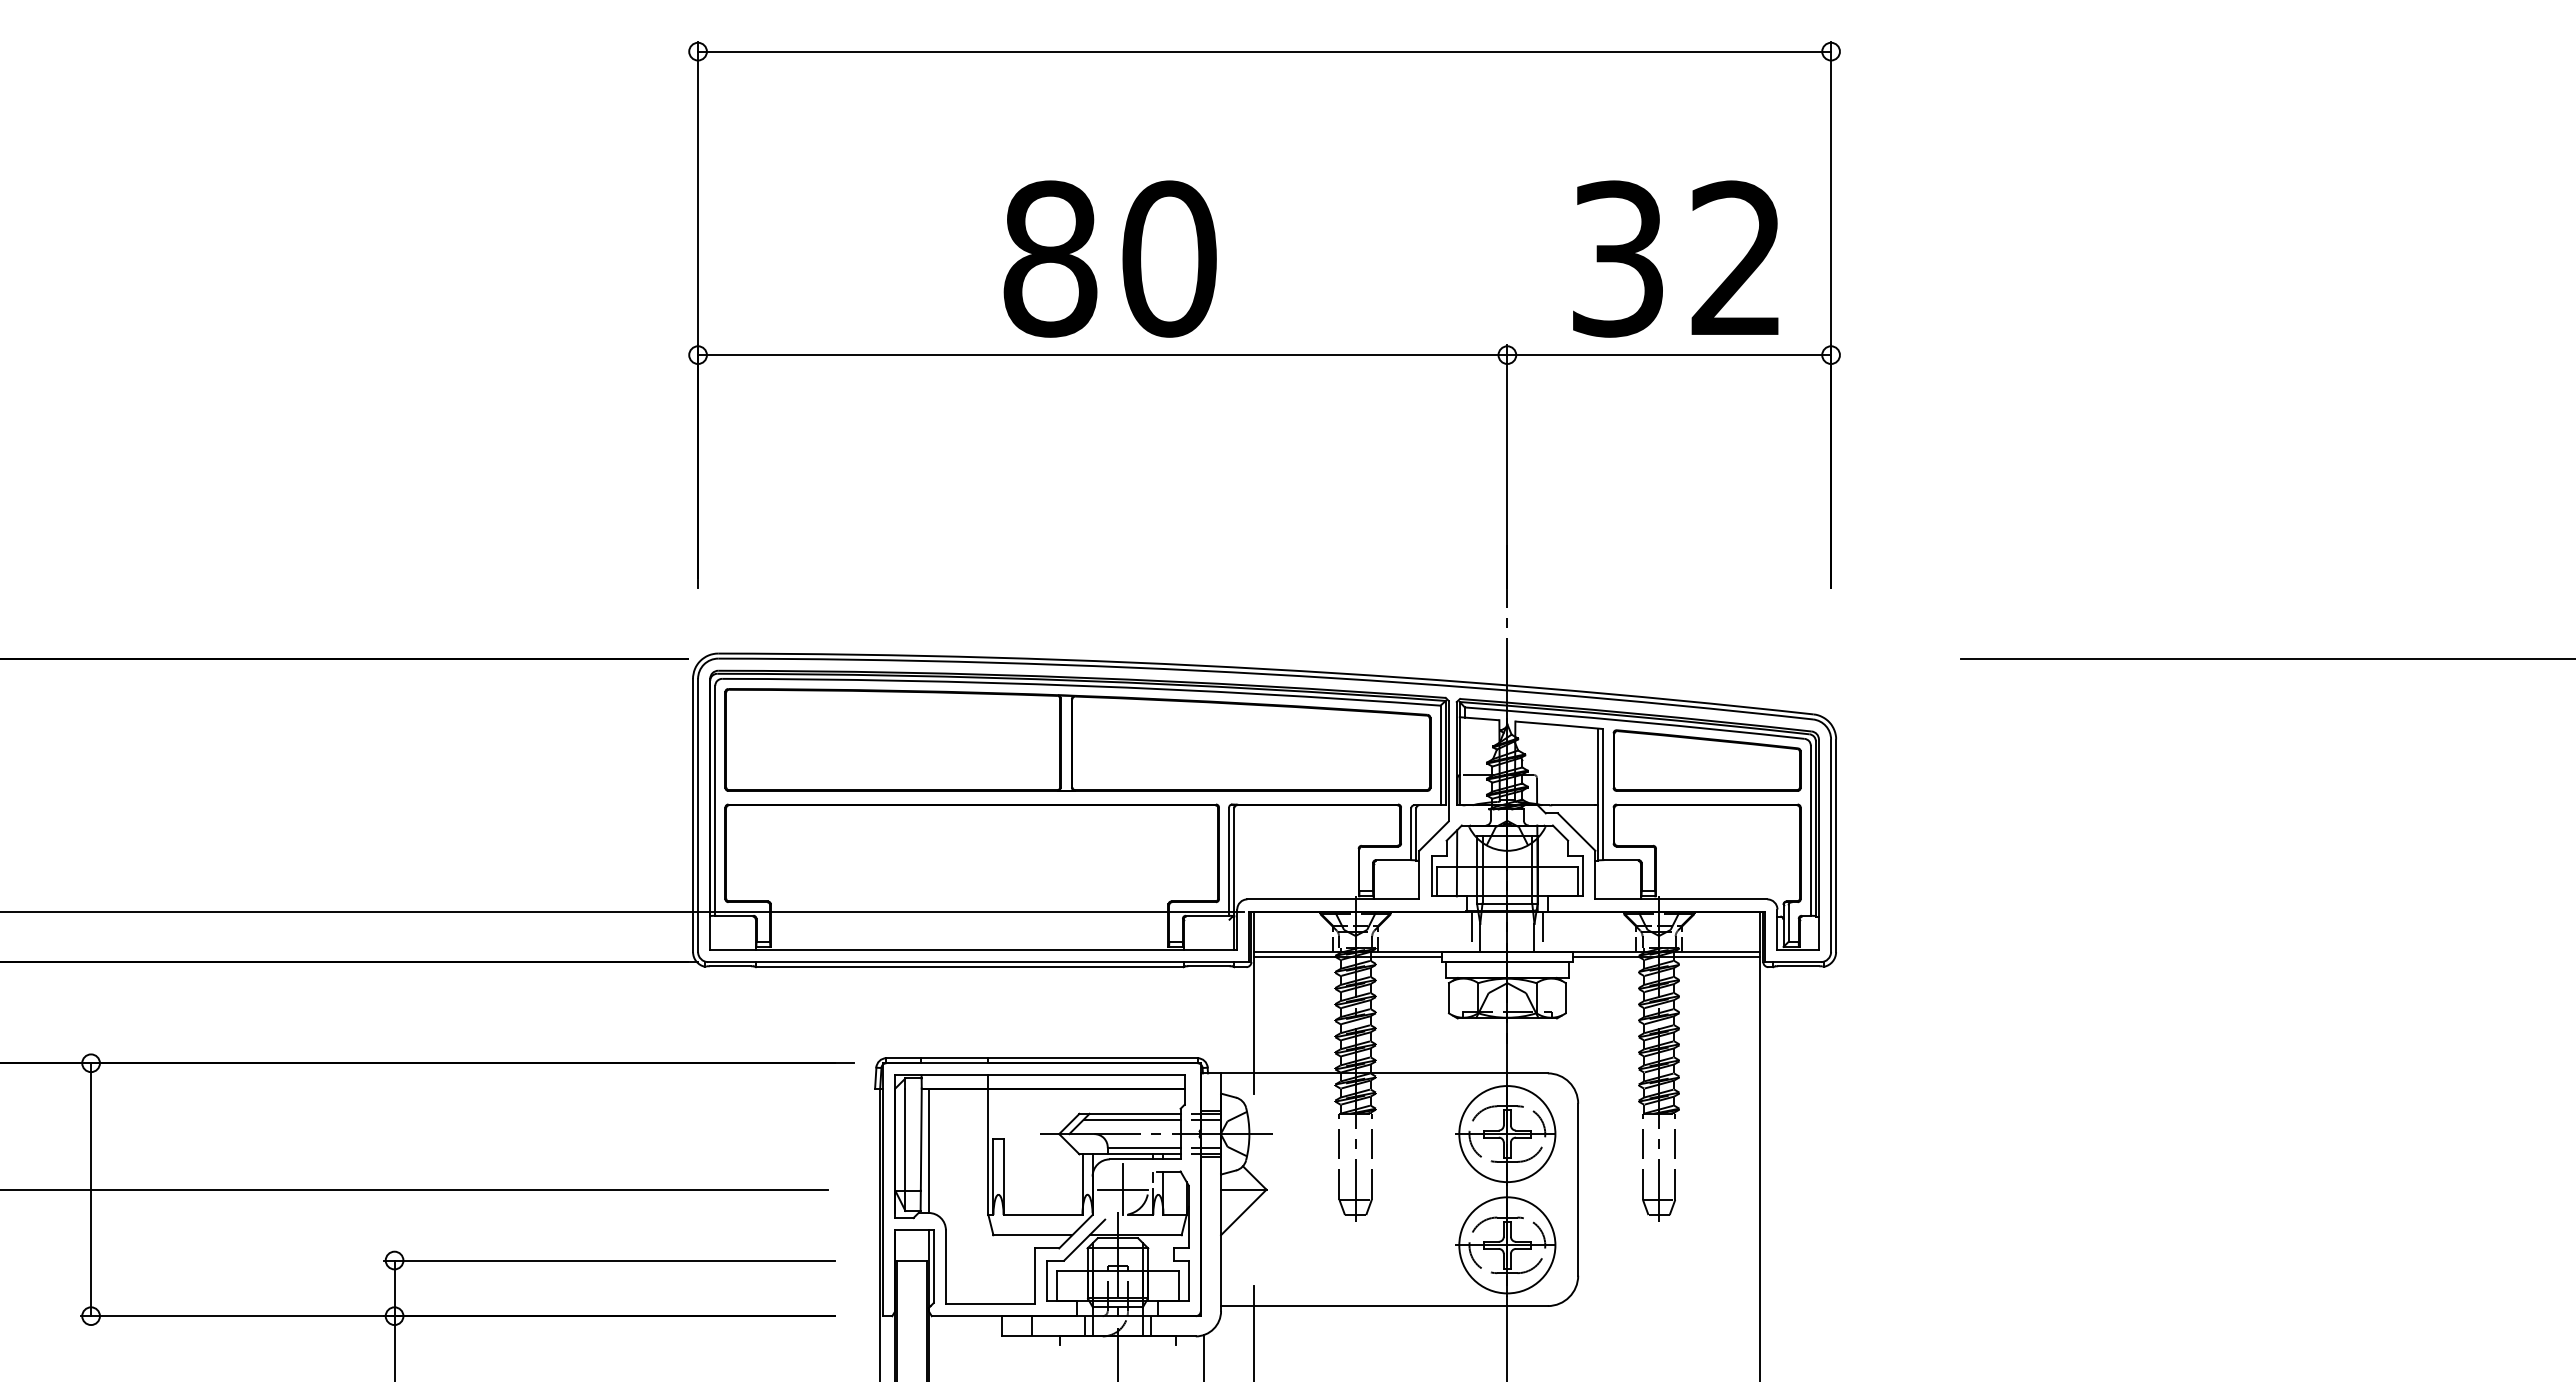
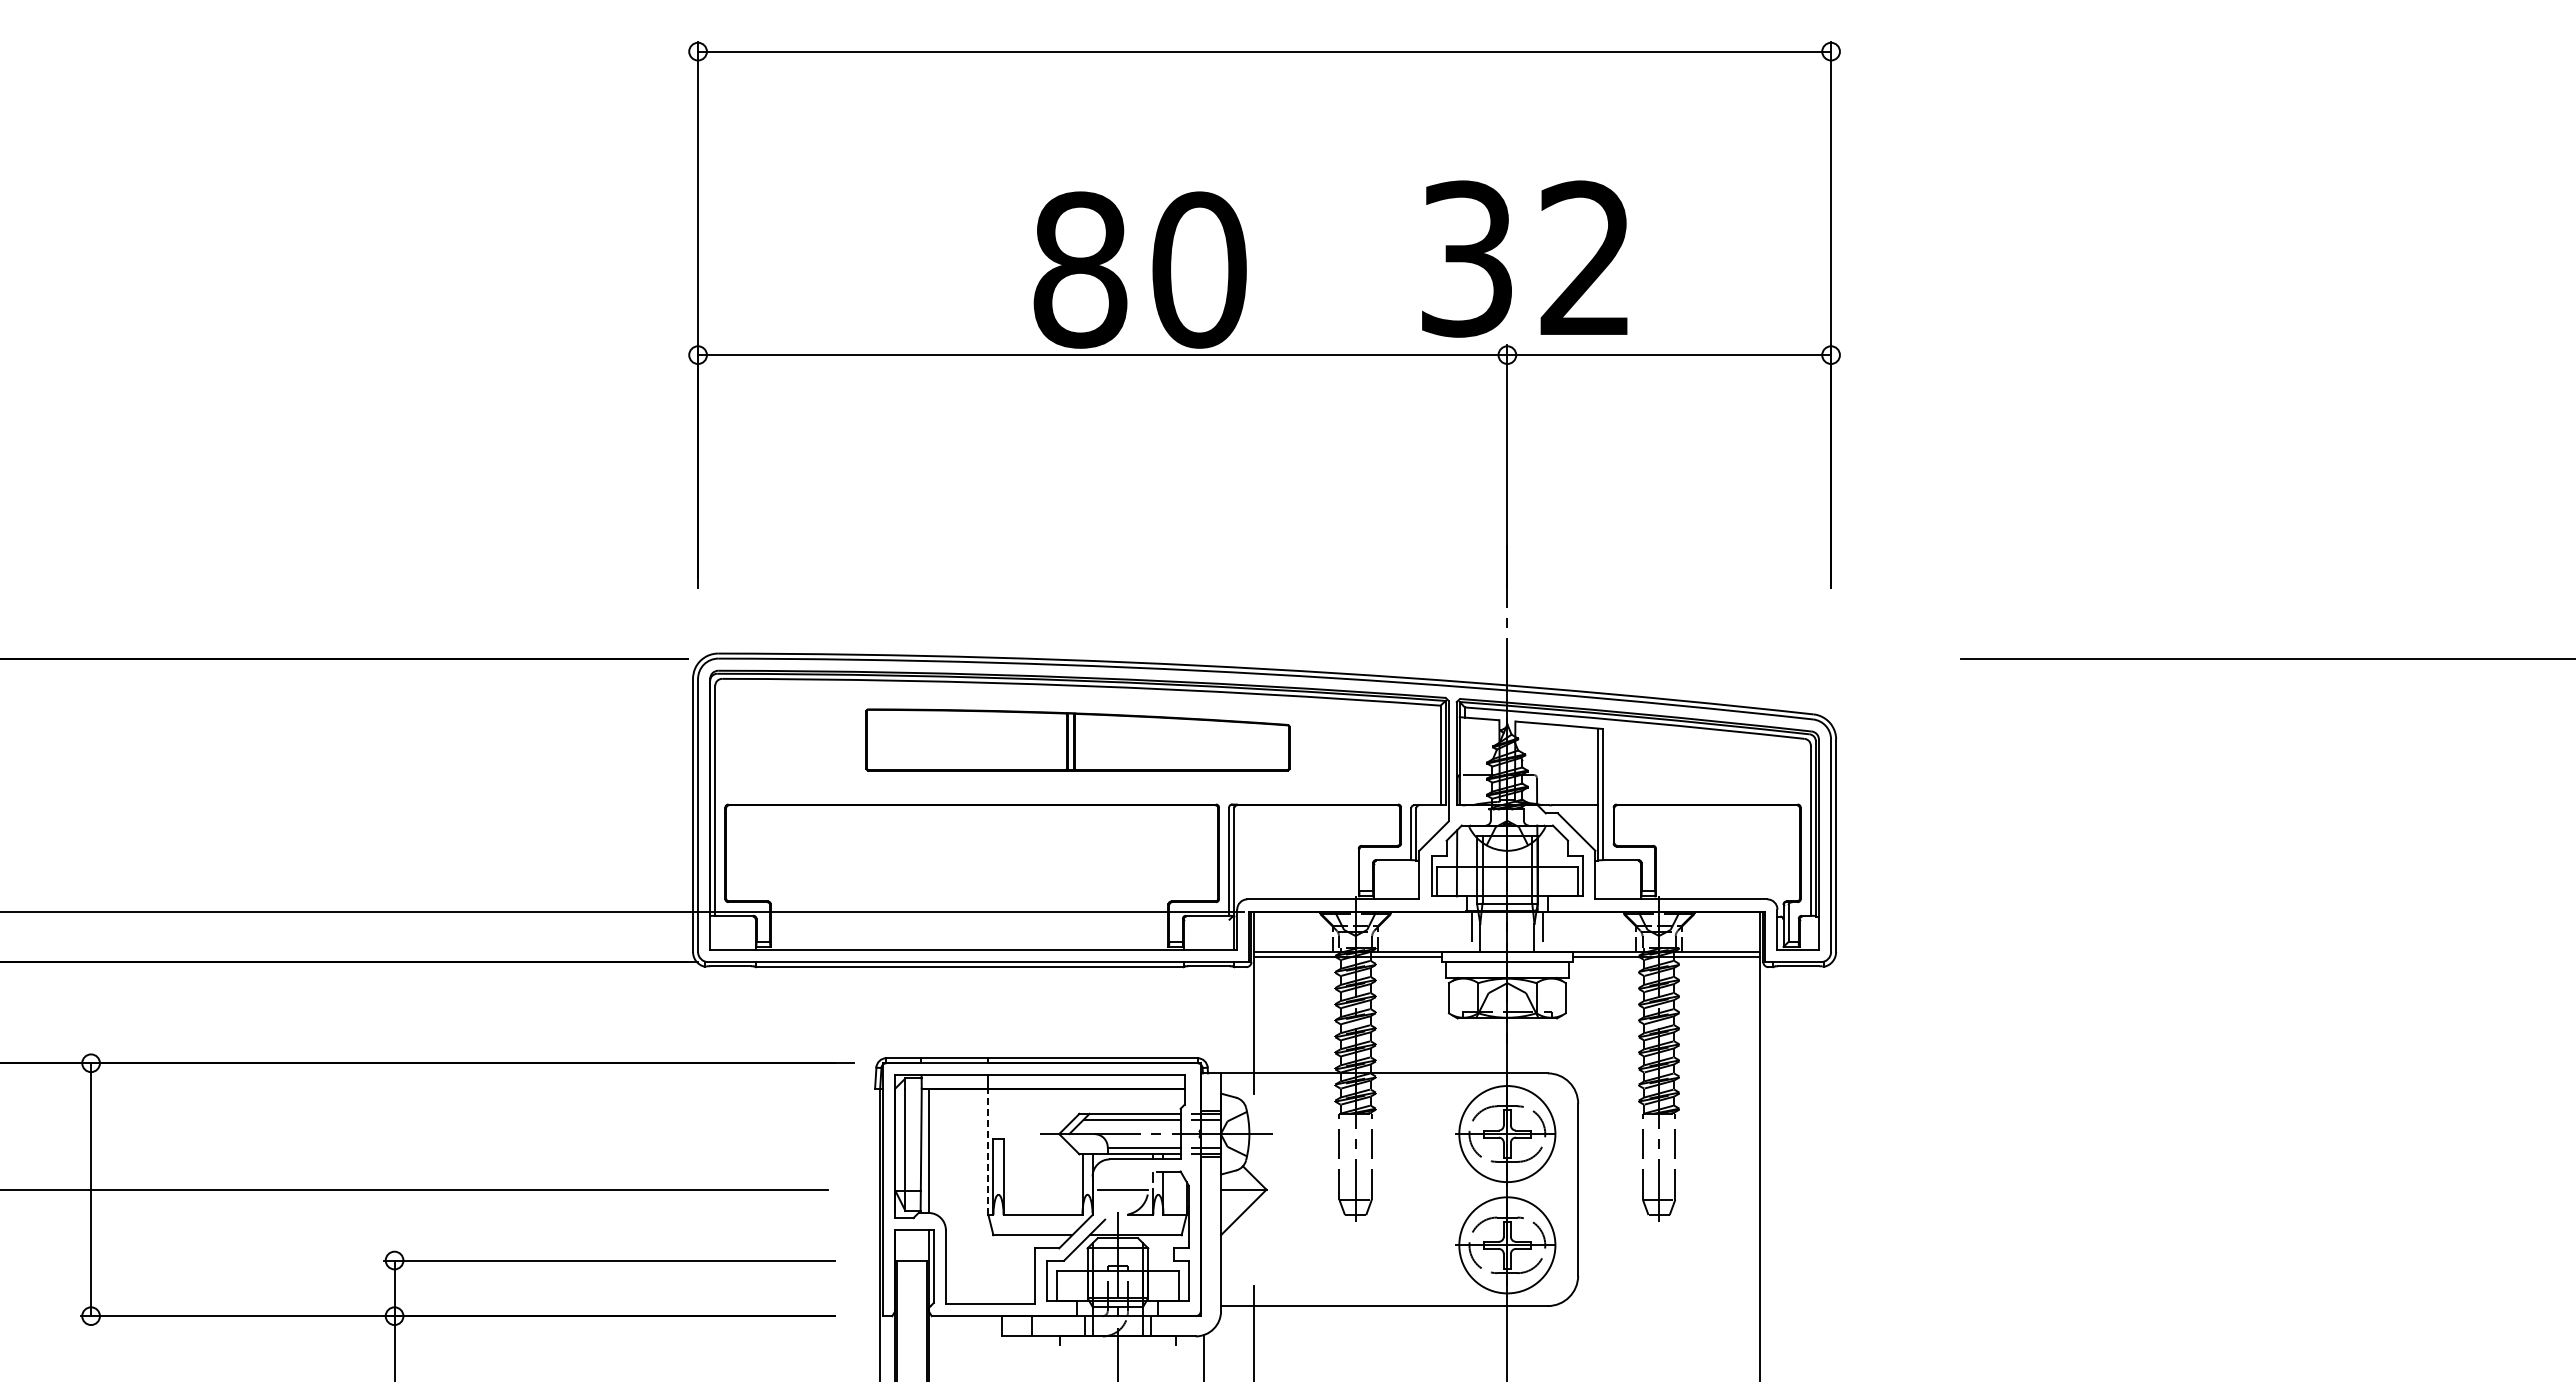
text at (1109, 258) position: (1109, 258) -> (1139, 269)
text at (1675, 258) position: (1675, 258) -> (1524, 258)
part at (1077, 739) size: 708x104 px -> 426x64 px
part at (1706, 760): present -> none
line at (988, 1151): solid -> dashed
line at (1122, 1189): present -> none
